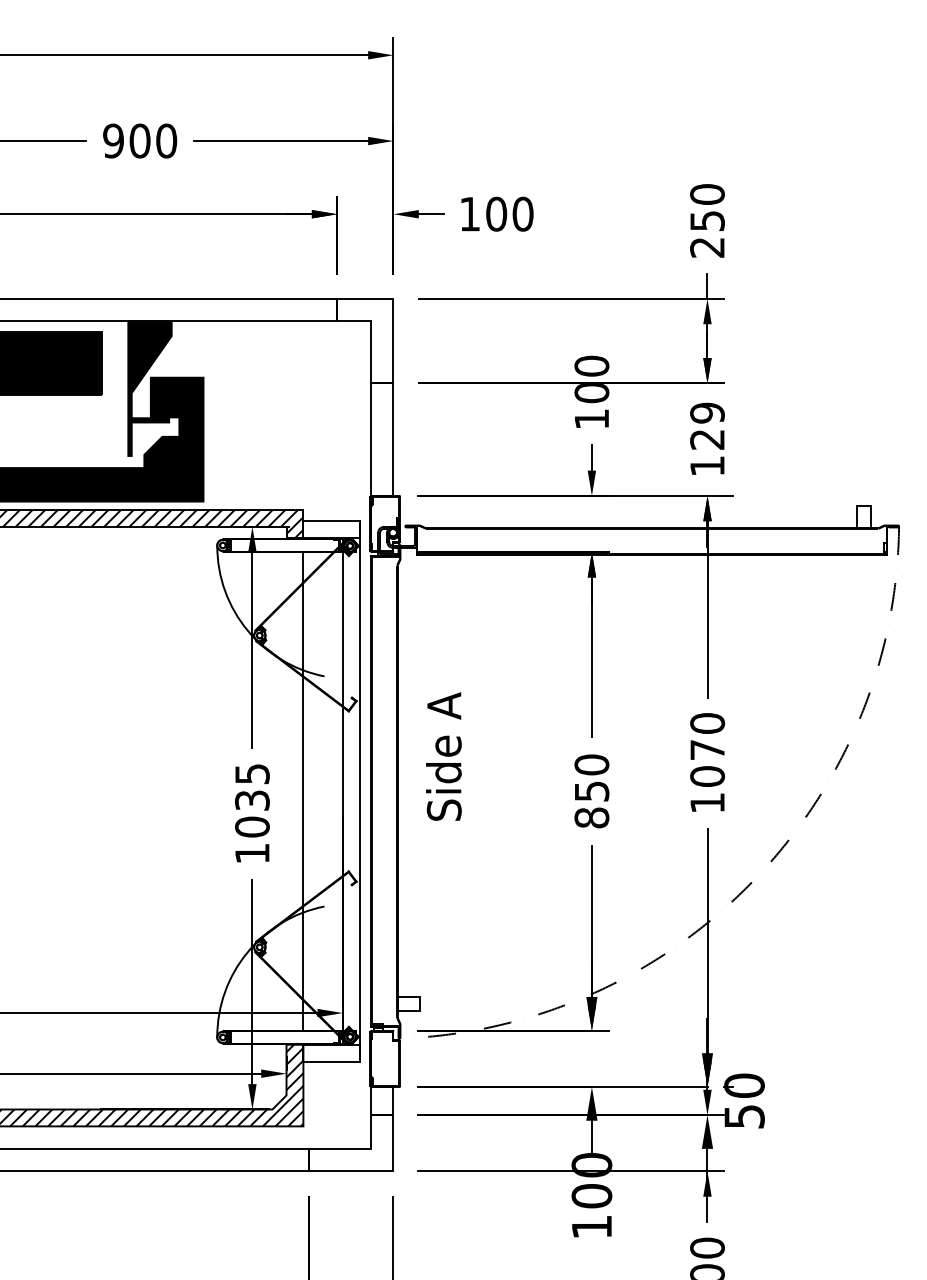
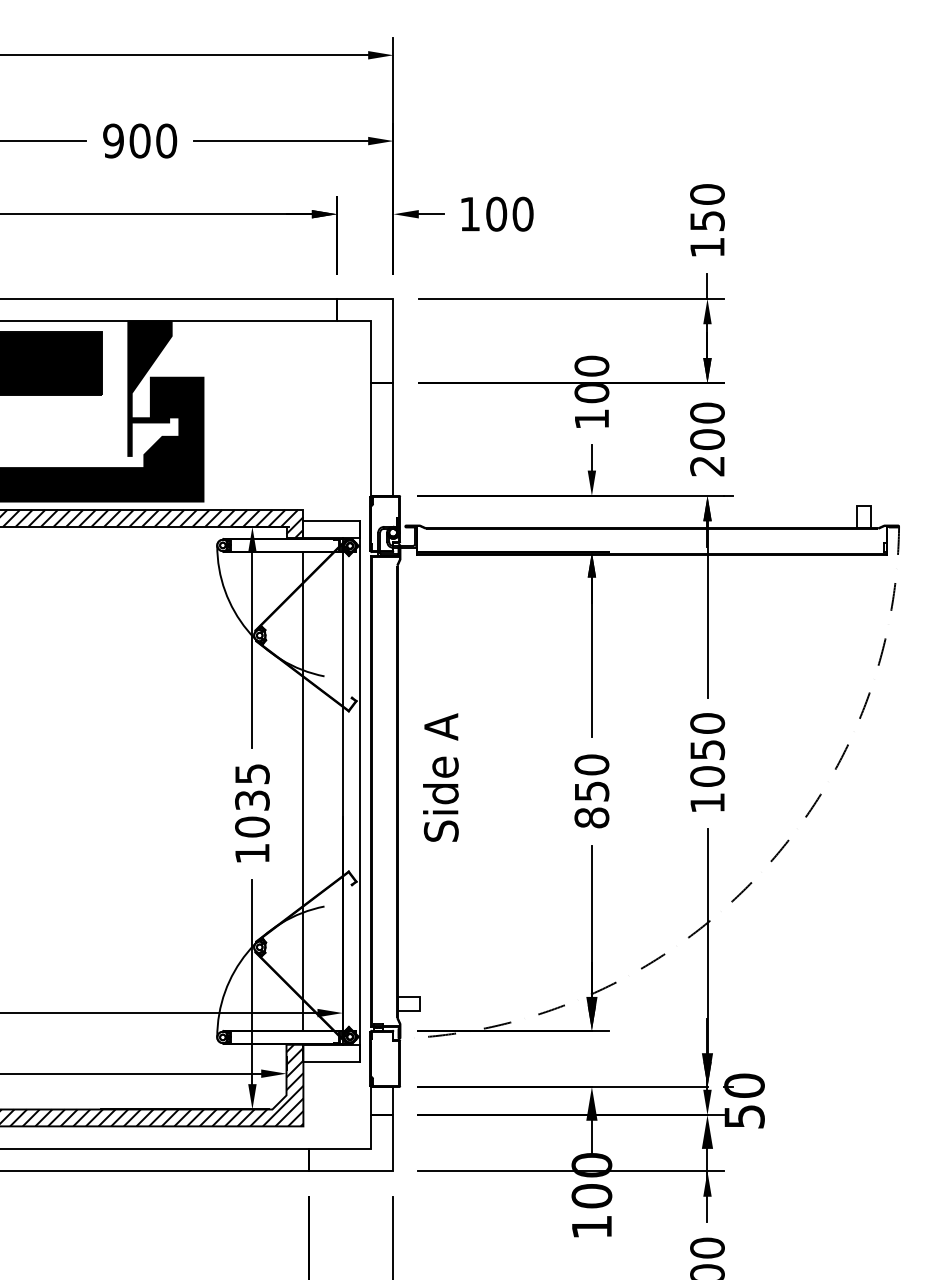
text at (707, 247): 250 -> 150
text at (707, 439): 129 -> 200
text at (707, 749): 1070 -> 1050
text at (443, 756) position: (443, 756) -> (440, 777)
